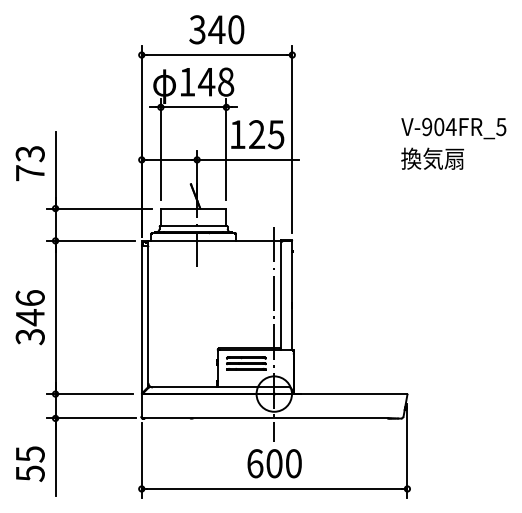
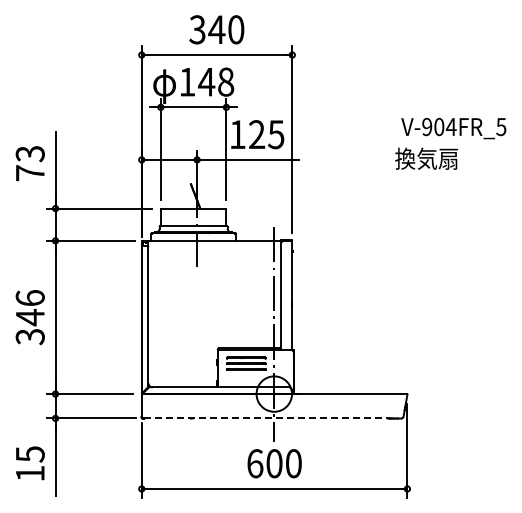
text at (432, 158) position: (432, 158) -> (426, 158)
line at (266, 418): solid -> dashed
text at (30, 473): 55 -> 15
